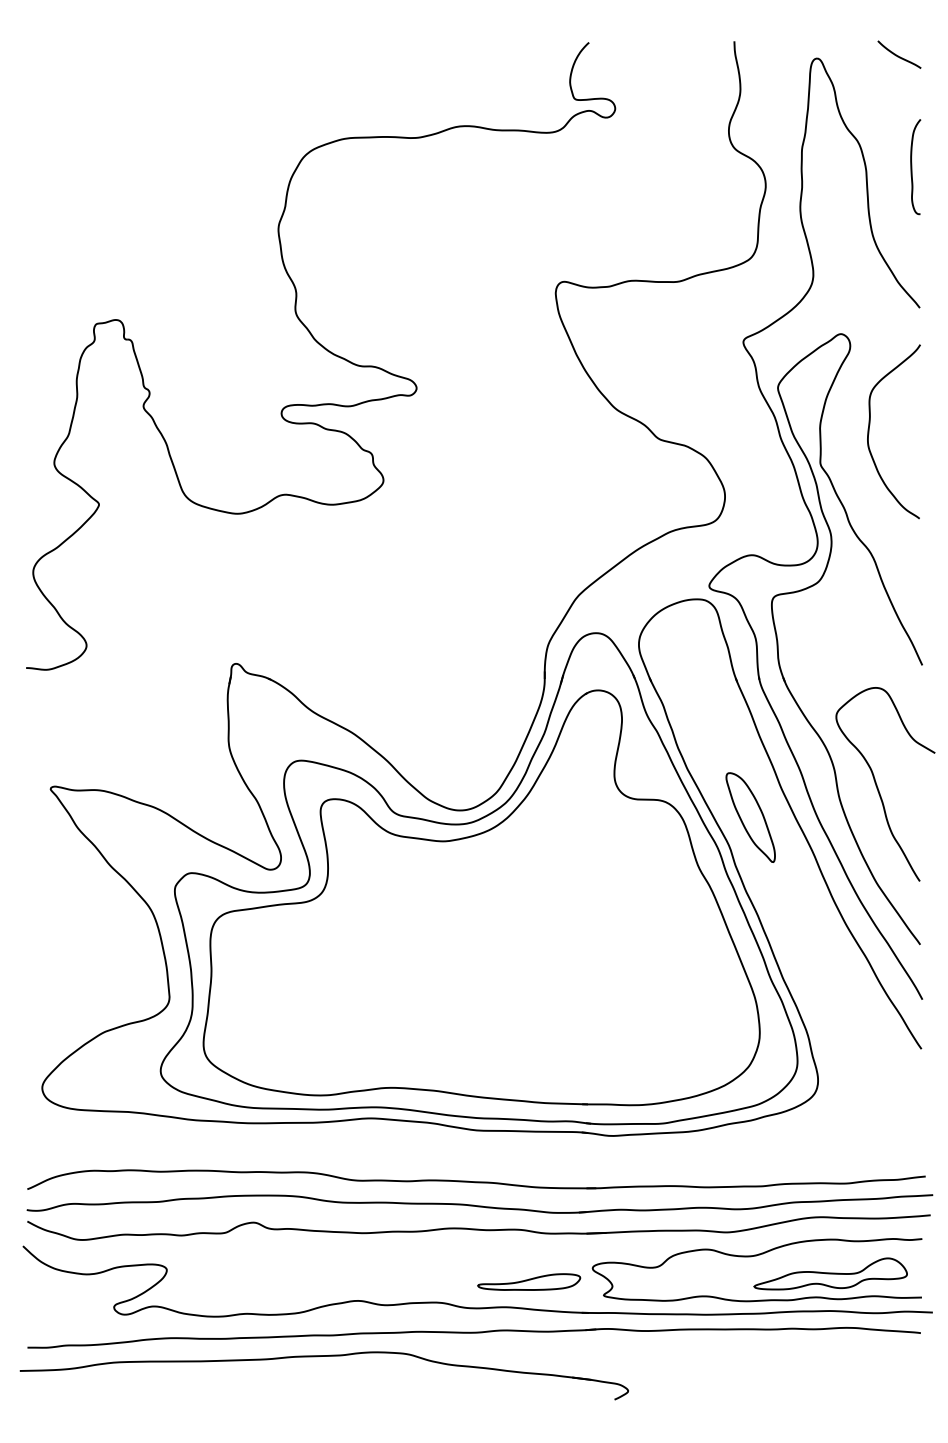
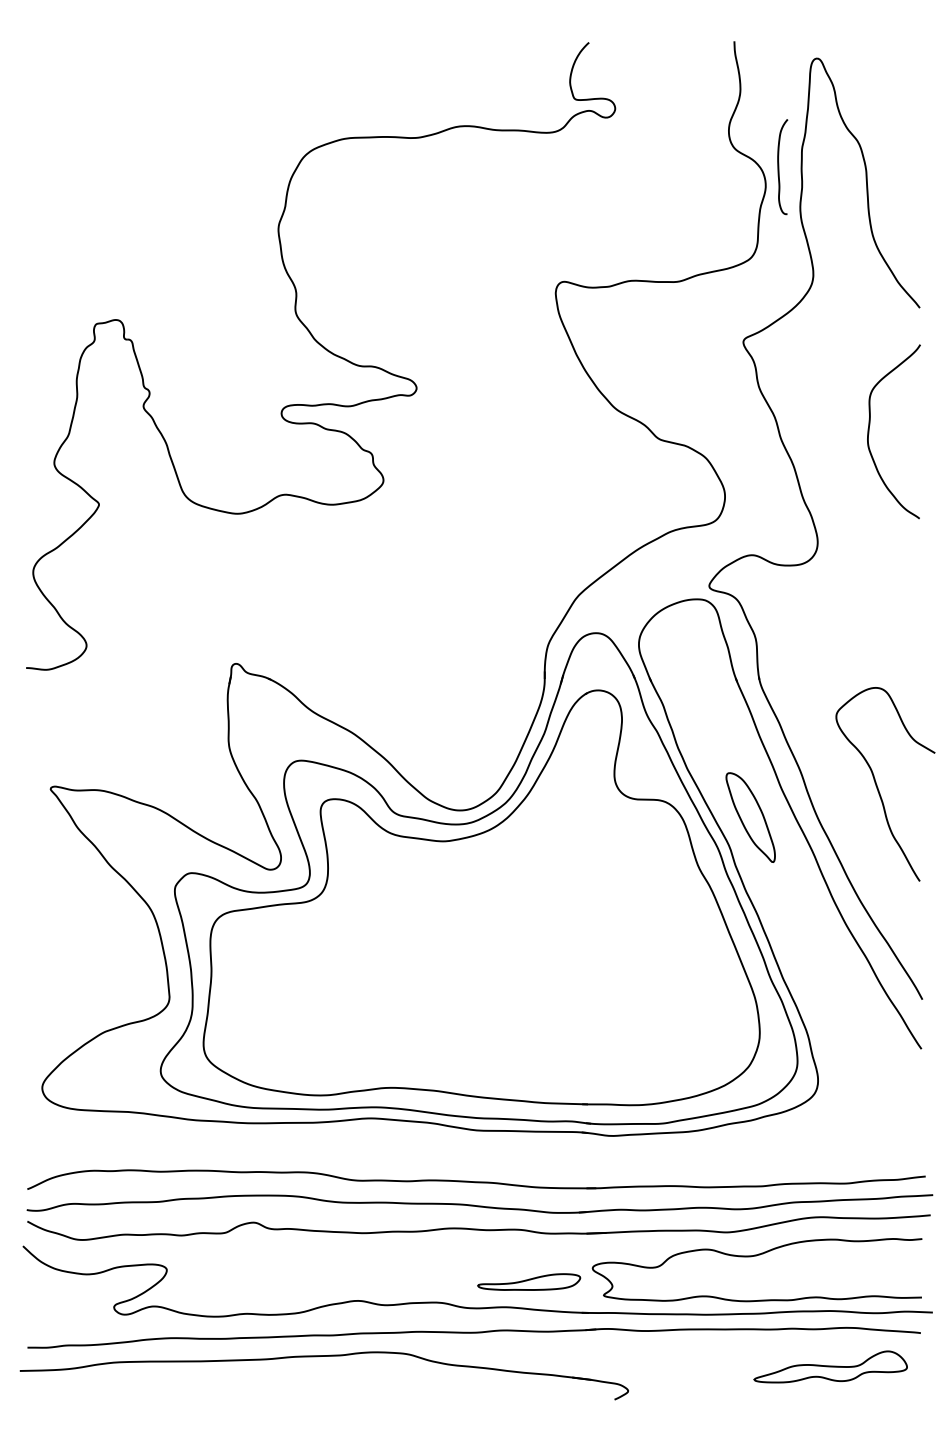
curve at (898, 55): present -> none
curve at (912, 167) position: (912, 167) -> (779, 167)
part at (895, 614): present -> none
part at (830, 1273) position: (830, 1273) -> (830, 1366)
